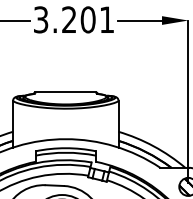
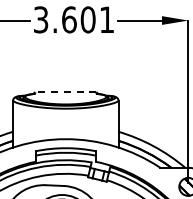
text at (69, 19): 3.201 -> 3.601
line at (65, 92): solid -> dashed
